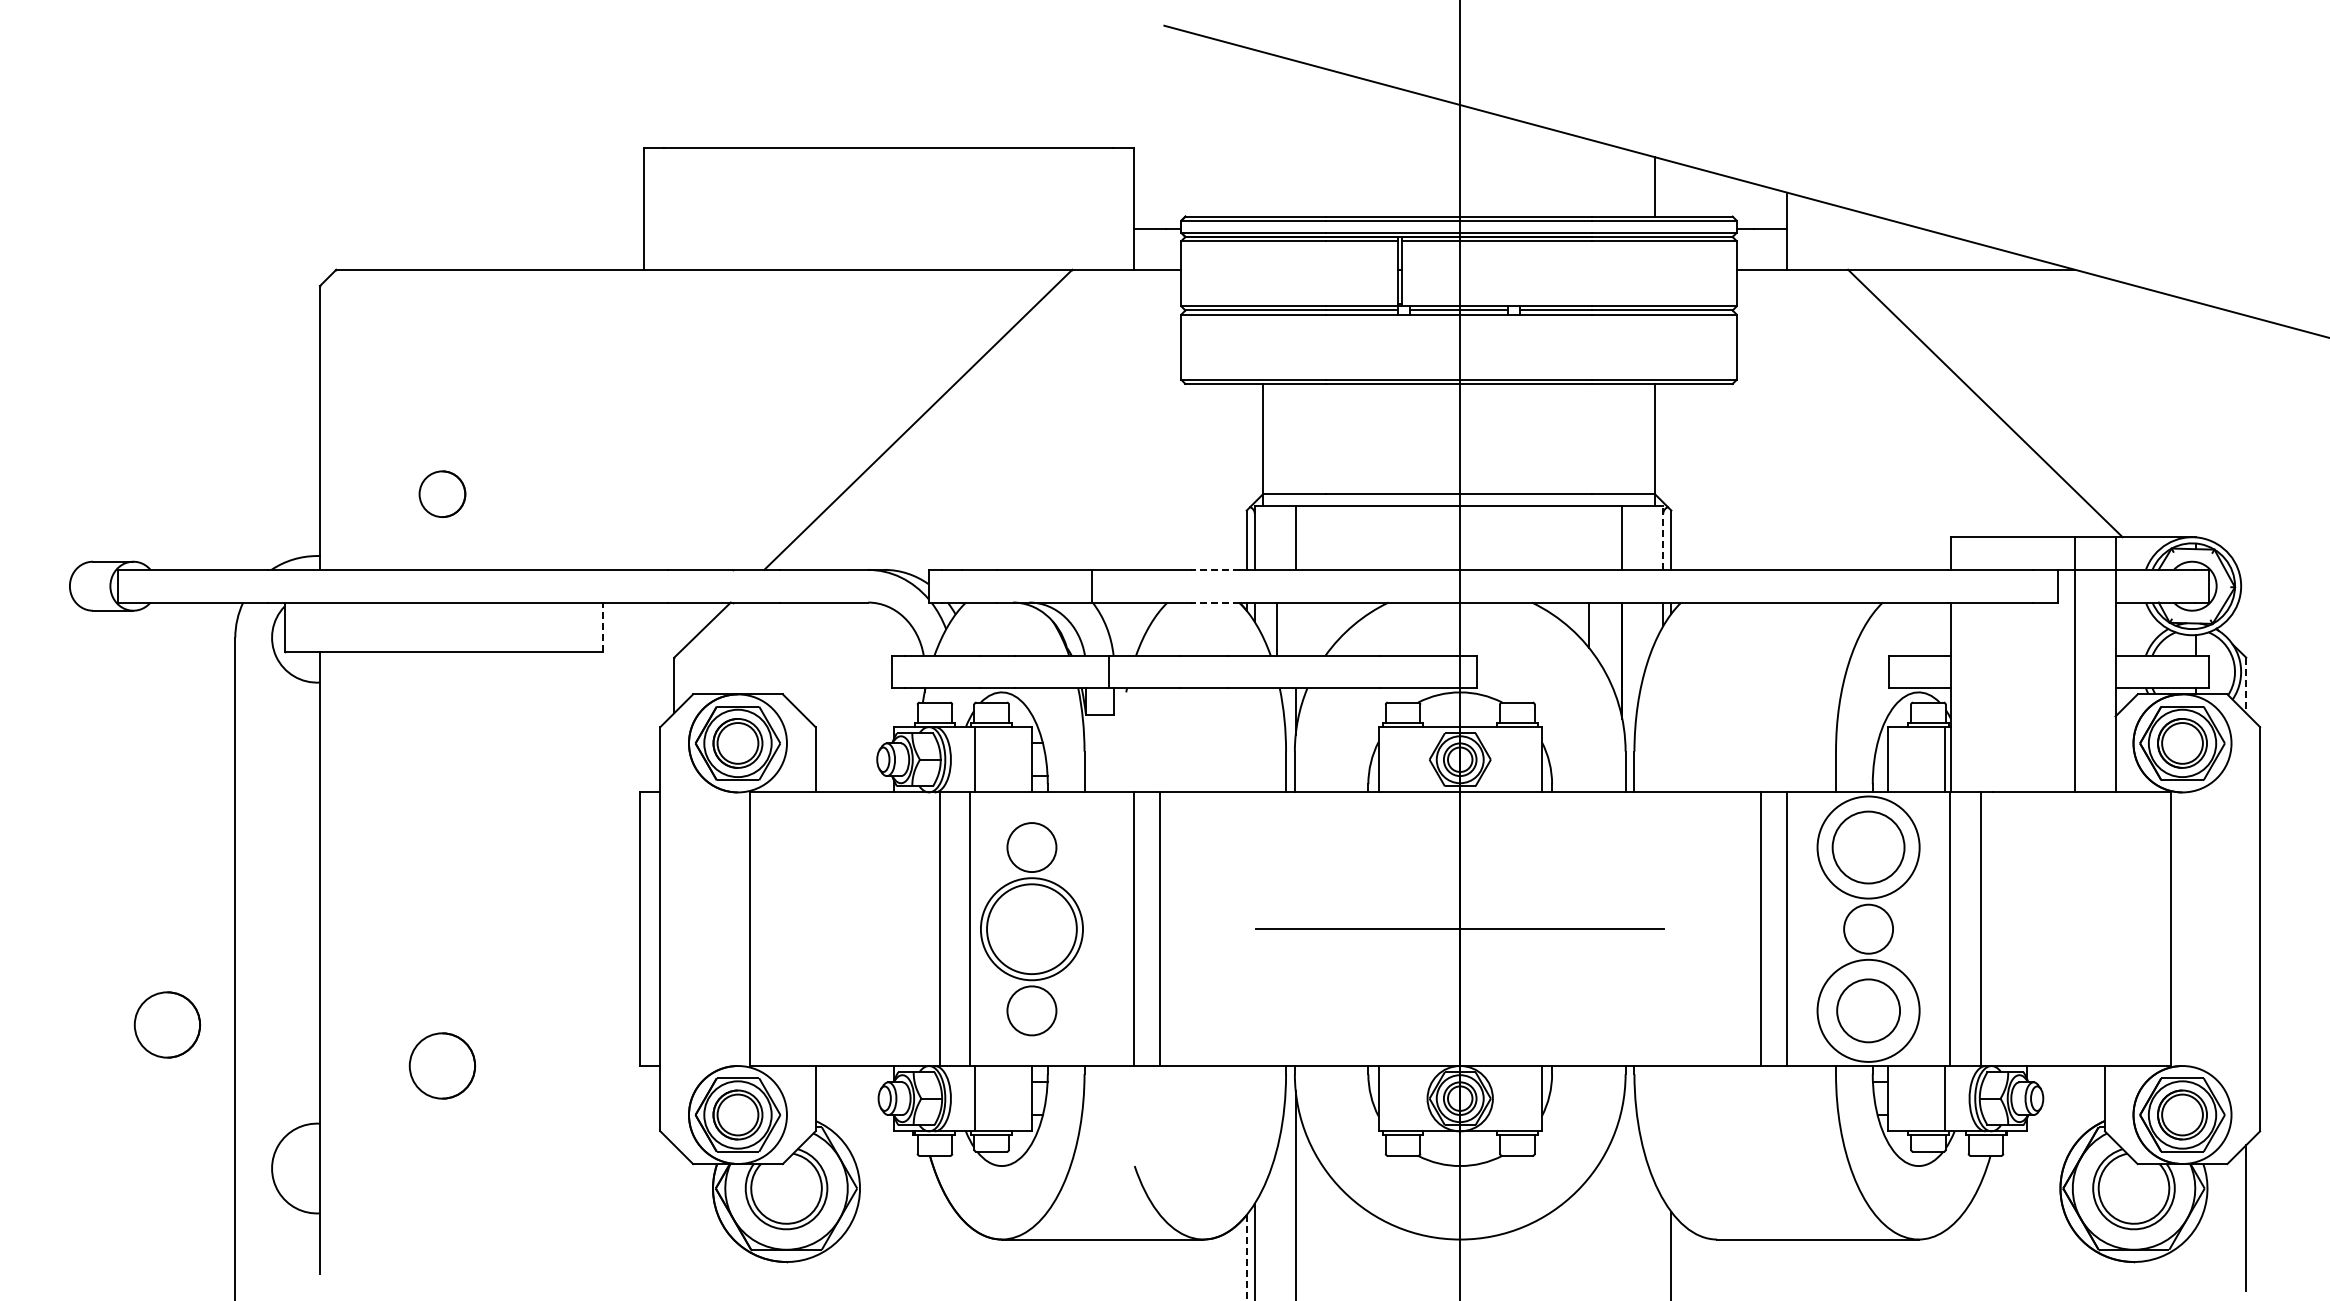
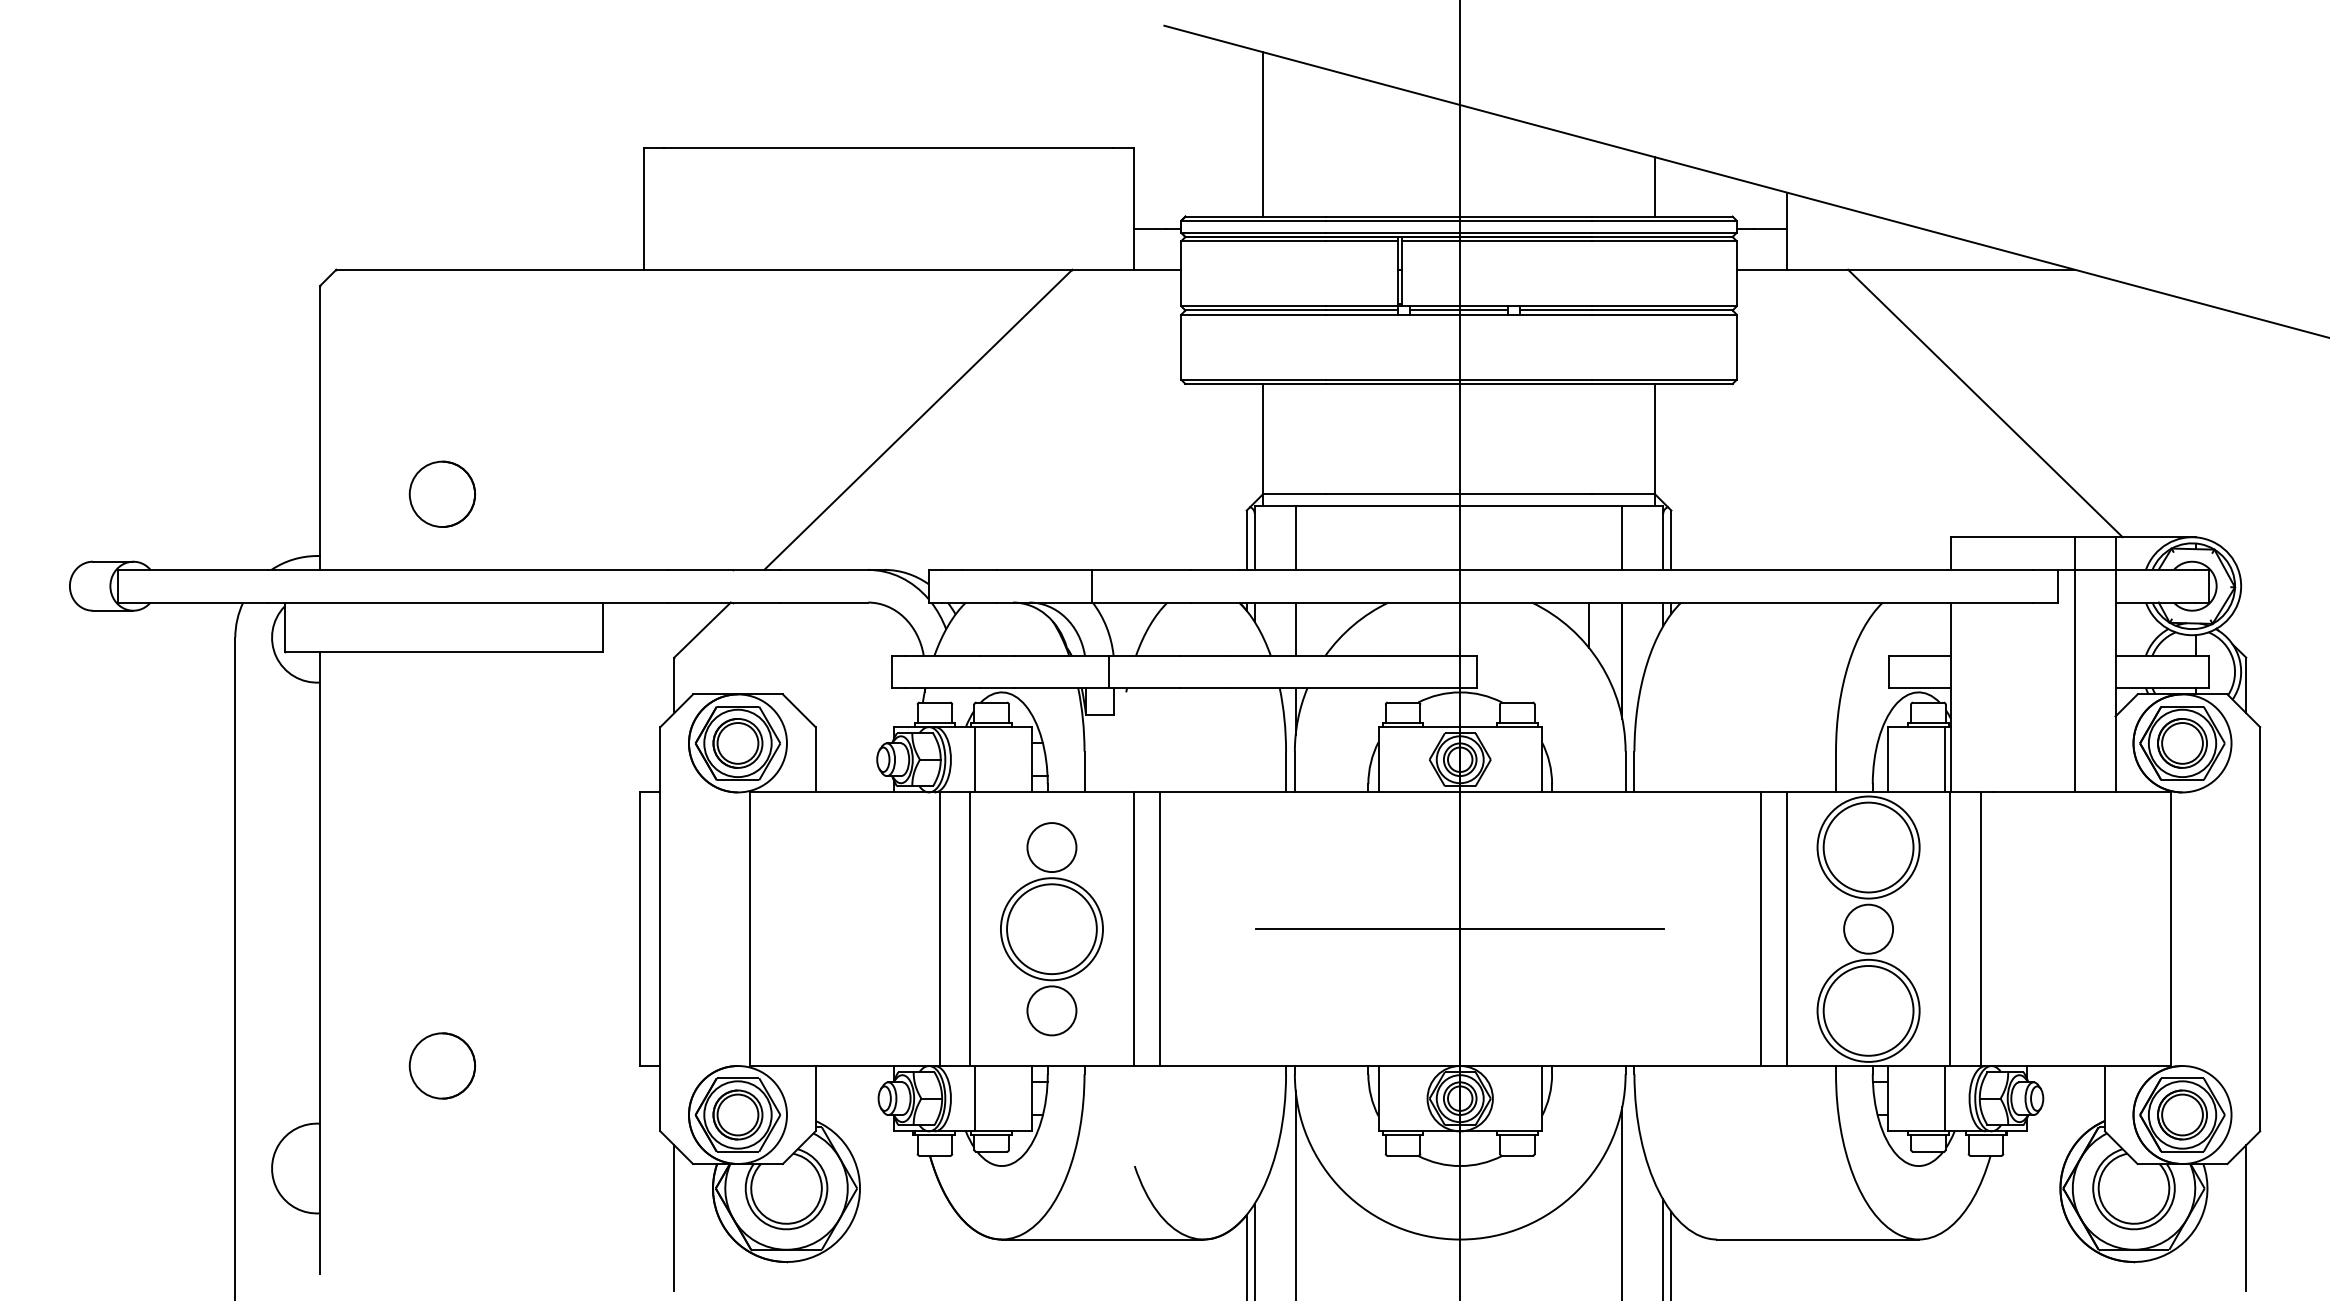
line at (1263, 134): none -> present
part at (442, 493) size: 49x48 px -> 69x68 px
line at (1663, 538): dashed -> solid
line at (1214, 569): dashed -> solid
line at (1214, 602): dashed -> solid
line at (603, 626): dashed -> solid
line at (1276, 628) position: (1276, 628) -> (1295, 628)
line at (2246, 685): dashed -> solid
circle at (1868, 847) diameter: 72 px -> 90 px
part at (1031, 929) position: (1031, 929) -> (1051, 929)
circle at (1868, 1010) diameter: 63 px -> 90 px
part at (167, 1024): present -> none
line at (1622, 1201): none -> present
line at (674, 1217): none -> present
line at (1663, 1248): none -> present
line at (1246, 1258): dashed -> solid
